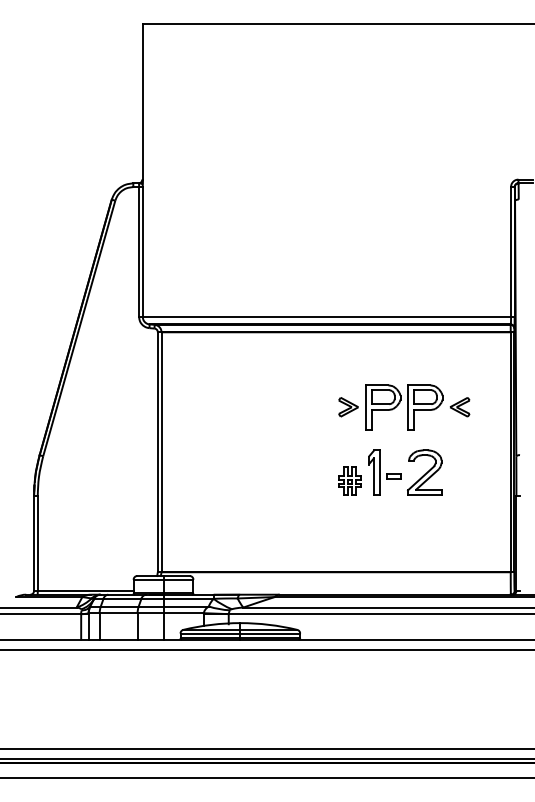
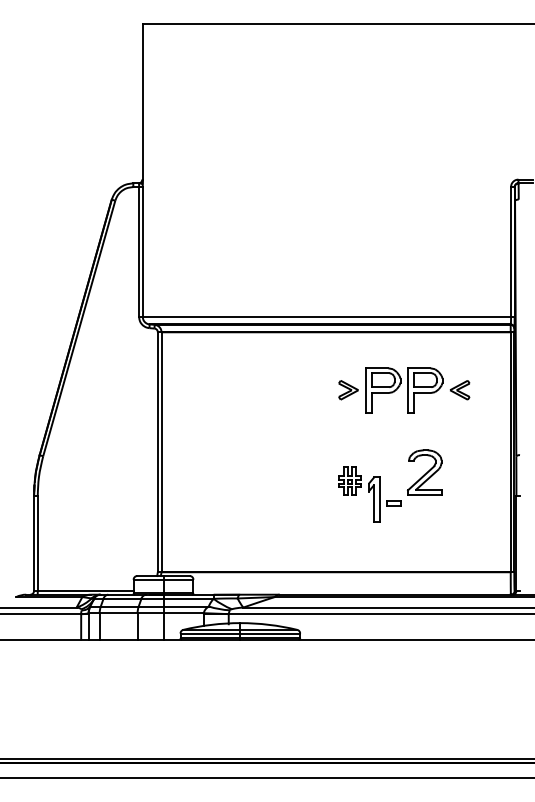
part at (404, 407) position: (404, 407) -> (404, 390)
part at (384, 472) position: (384, 472) -> (384, 499)
line at (266, 650): present -> none
line at (266, 748): present -> none
